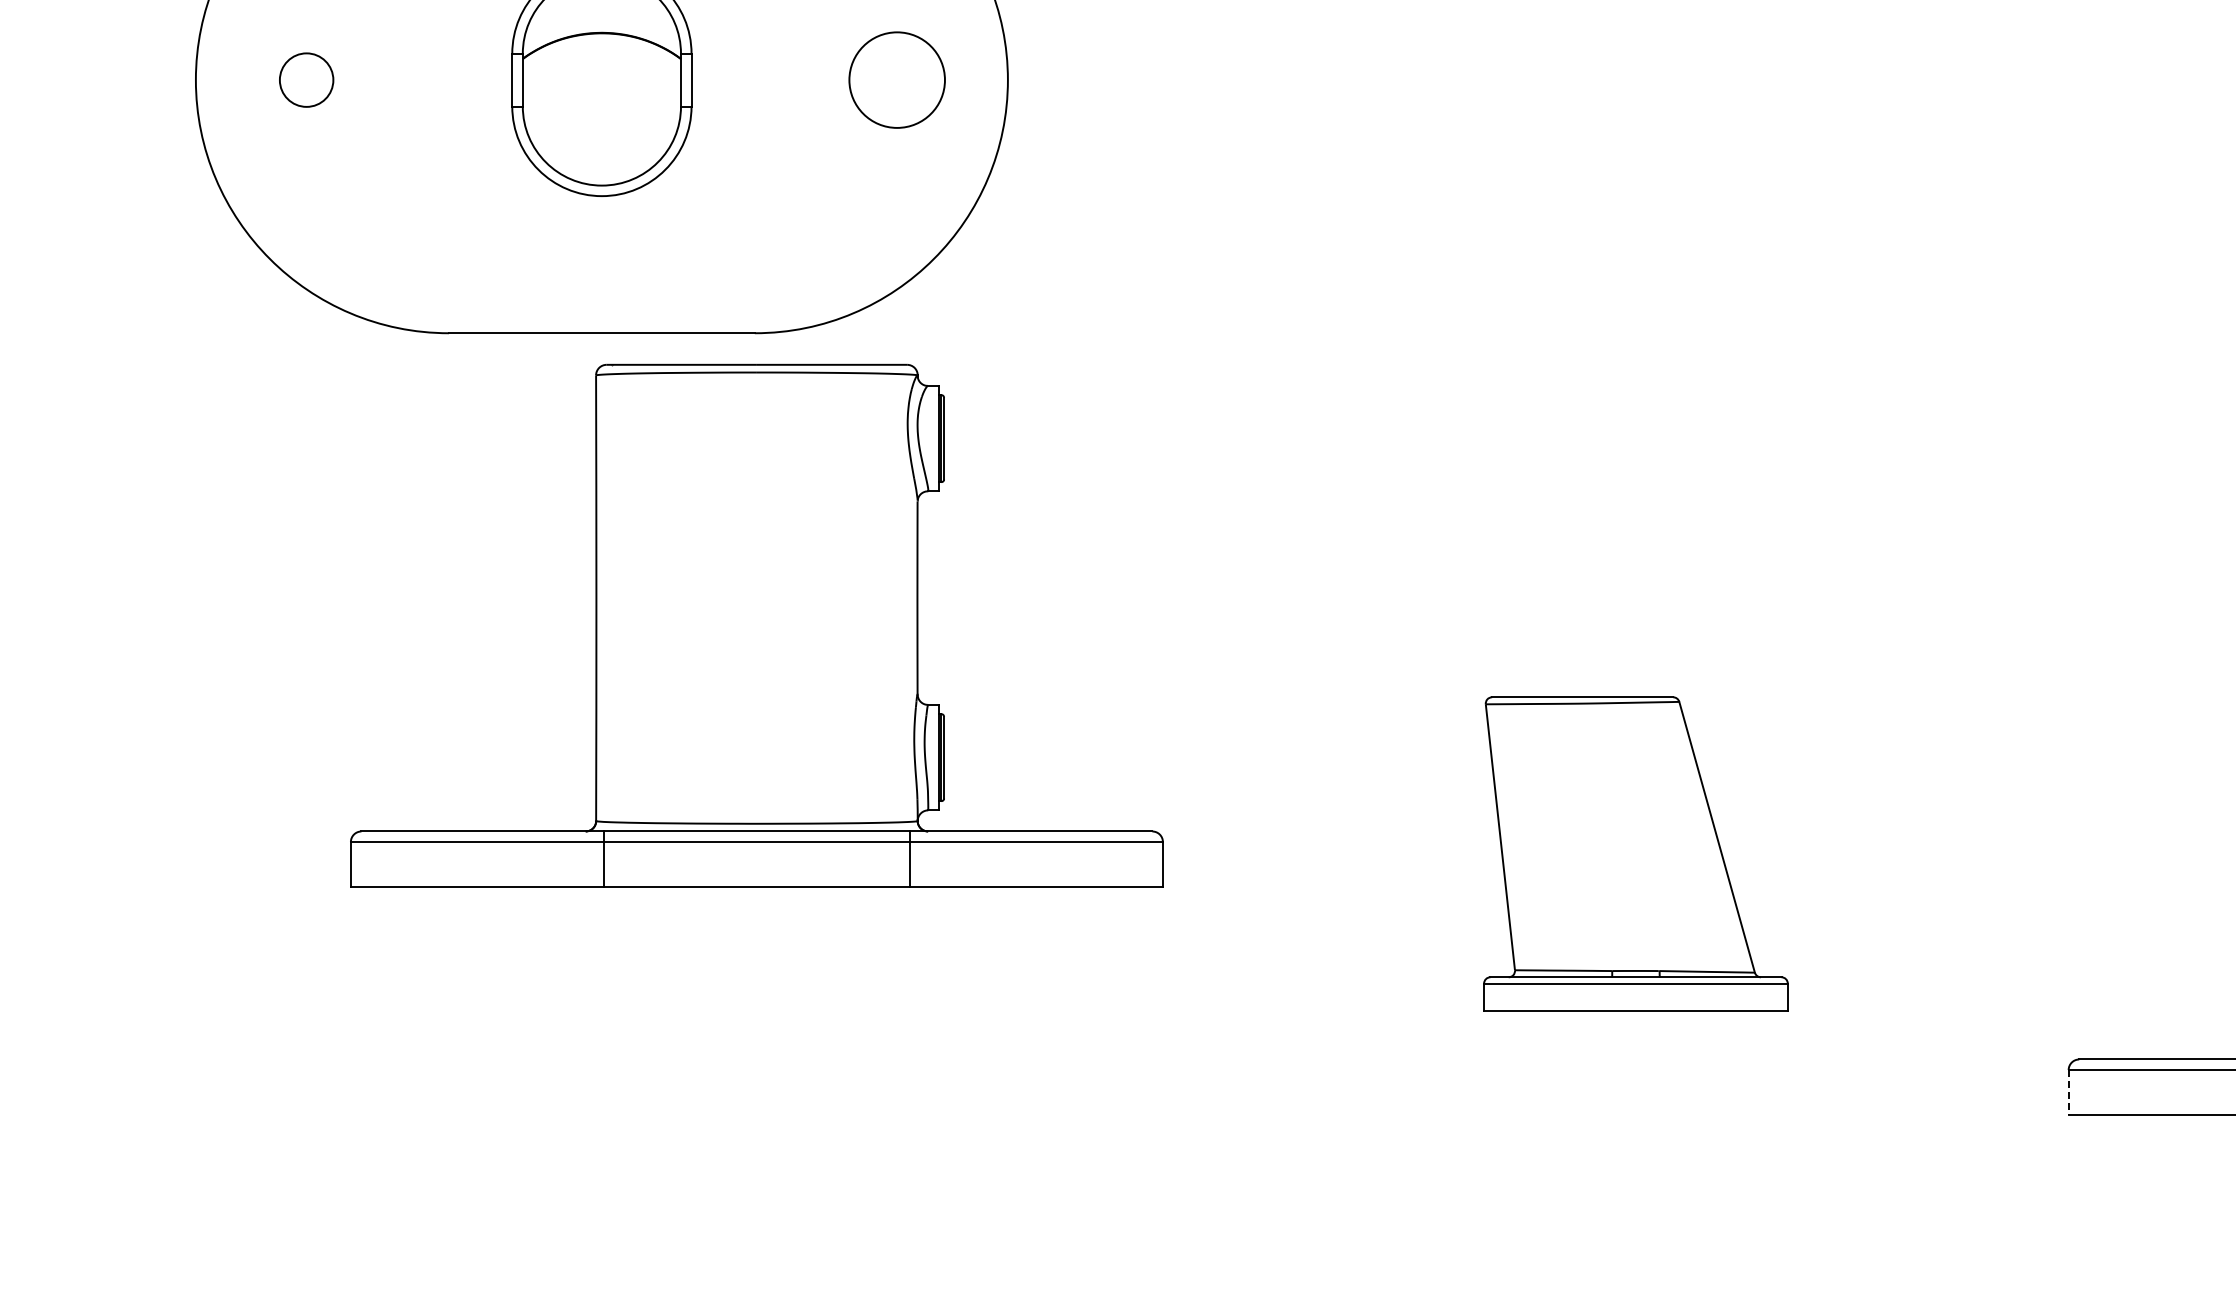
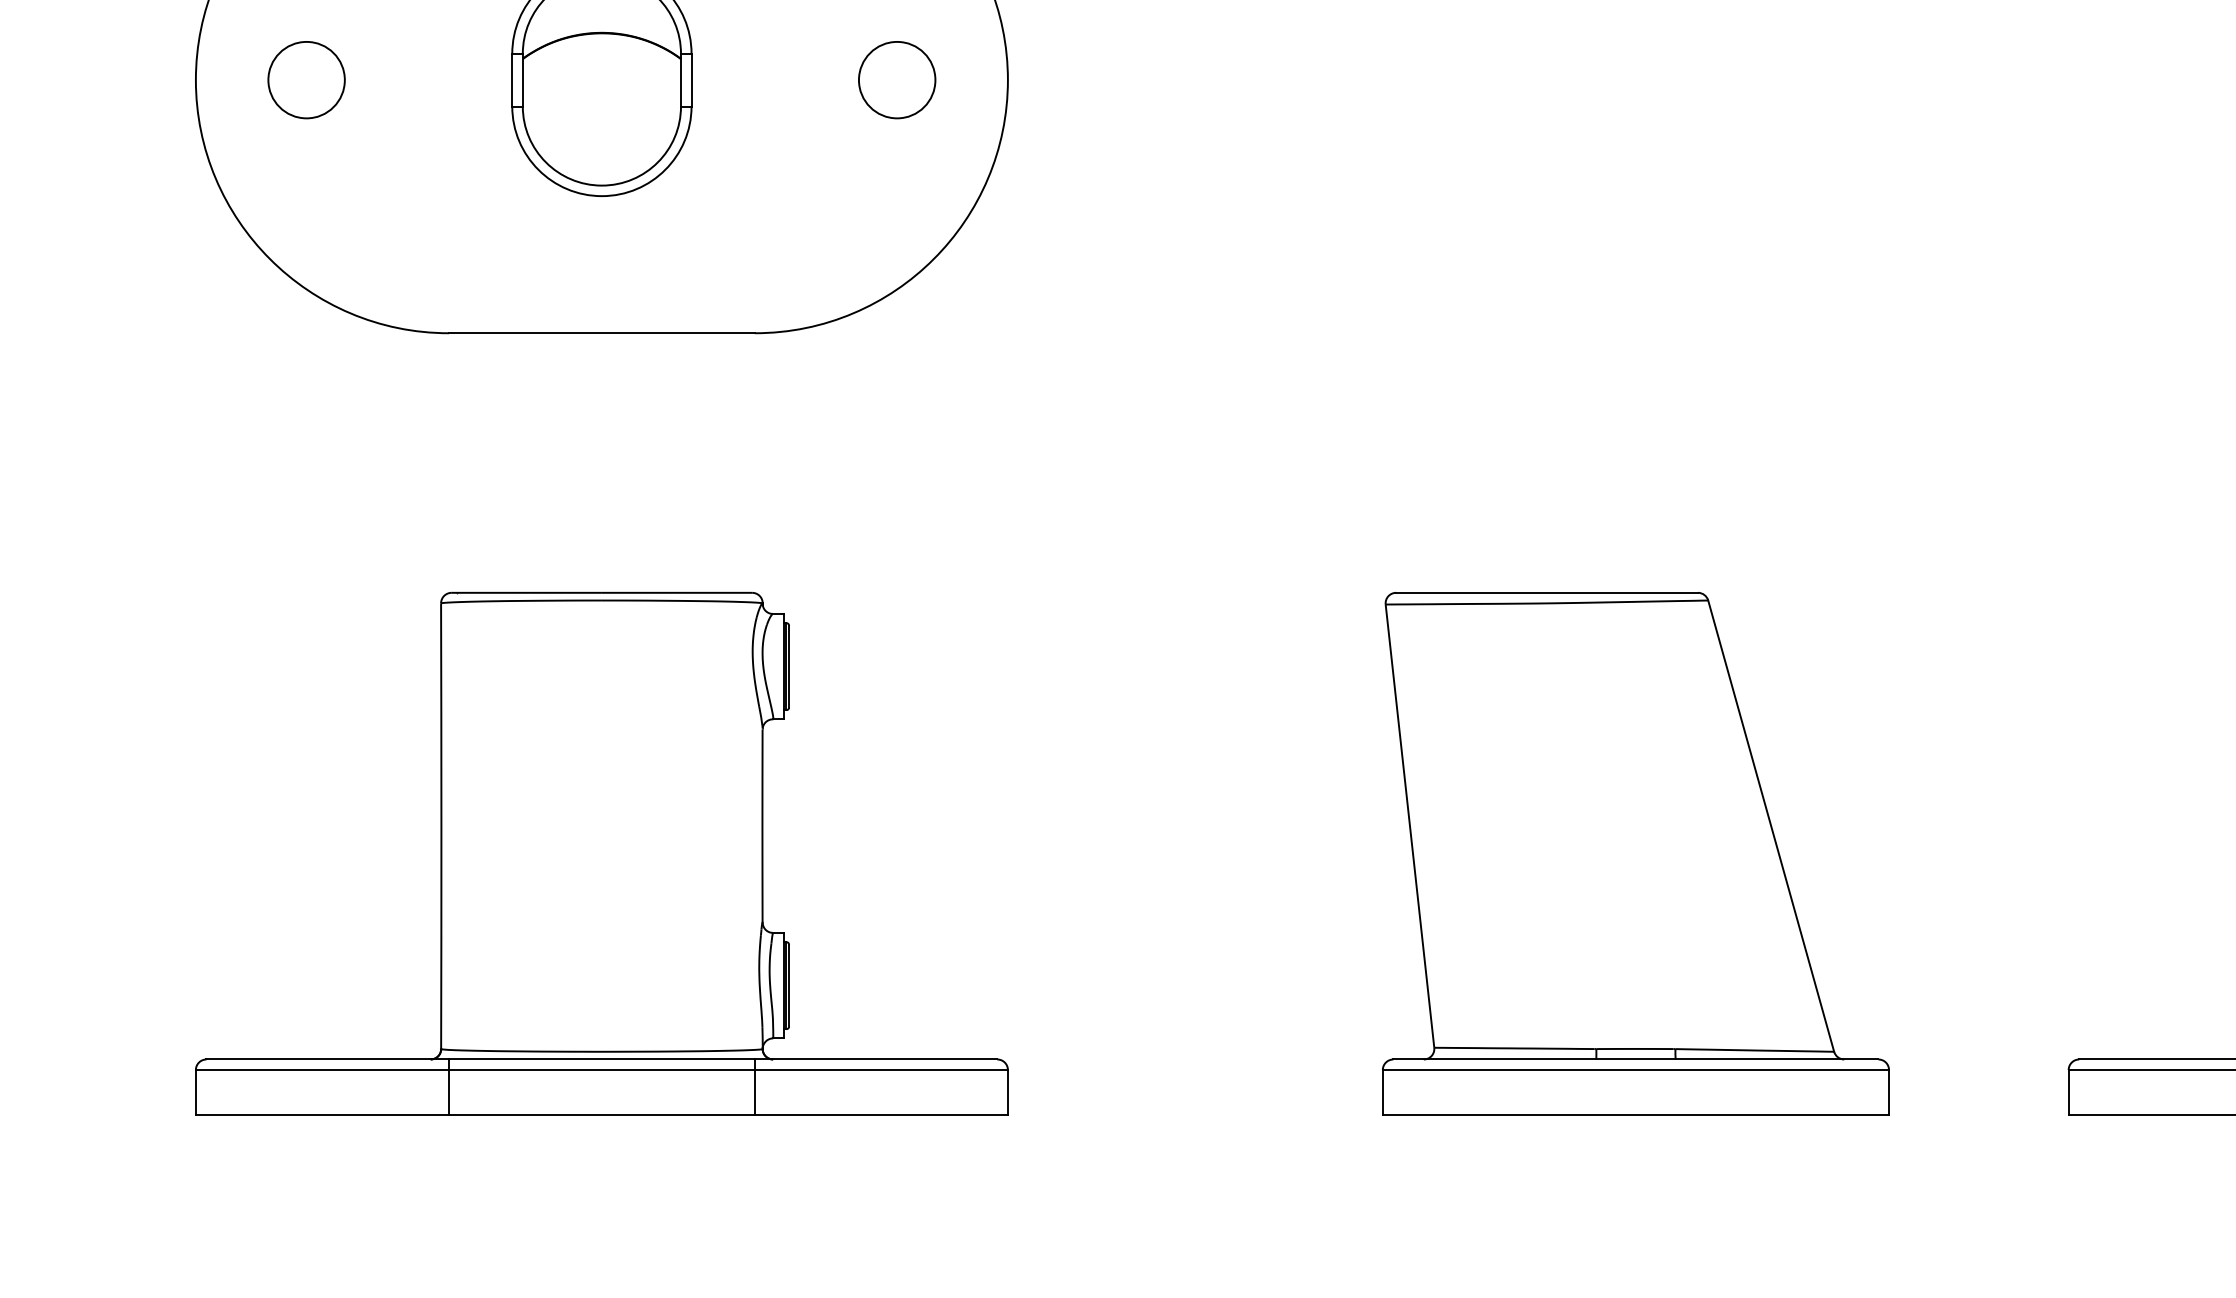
circle at (306, 79) diameter: 54 px -> 76 px
circle at (896, 79) diameter: 96 px -> 76 px
part at (756, 625) position: (756, 625) -> (601, 853)
part at (1635, 853) size: 306x316 px -> 508x524 px
line at (2068, 1092): dashed -> solid
